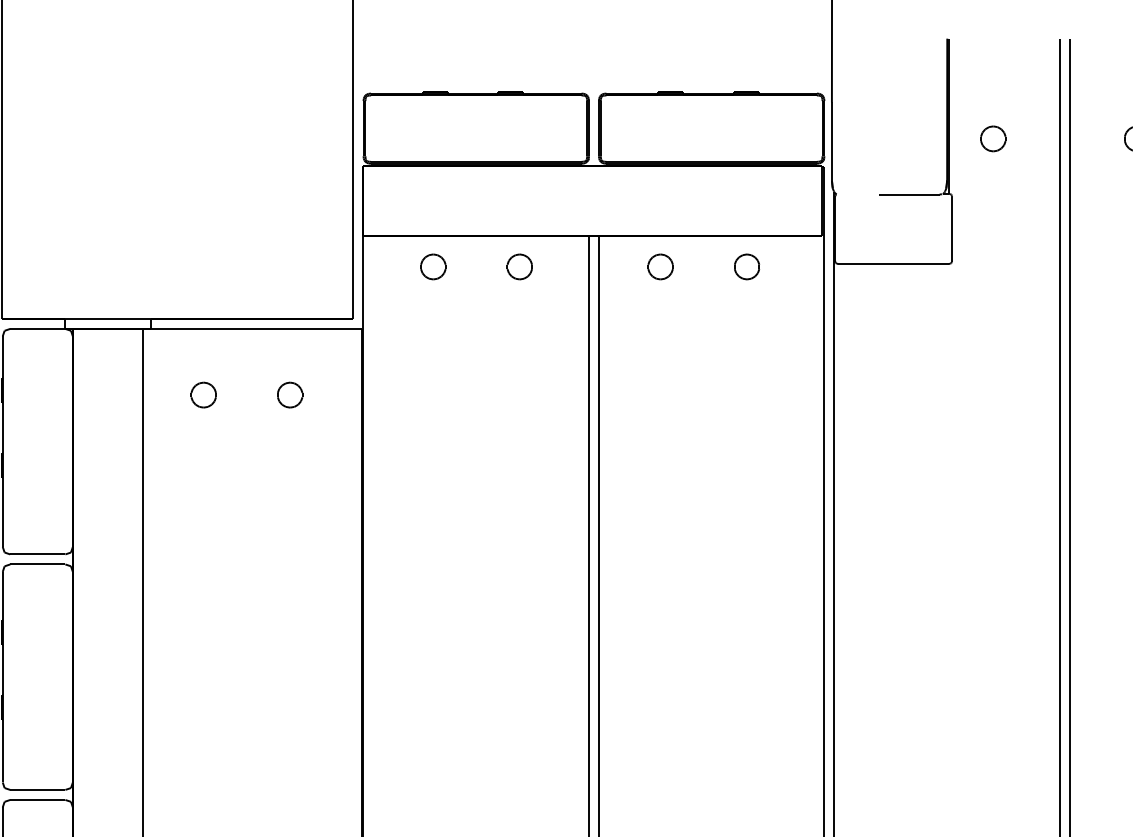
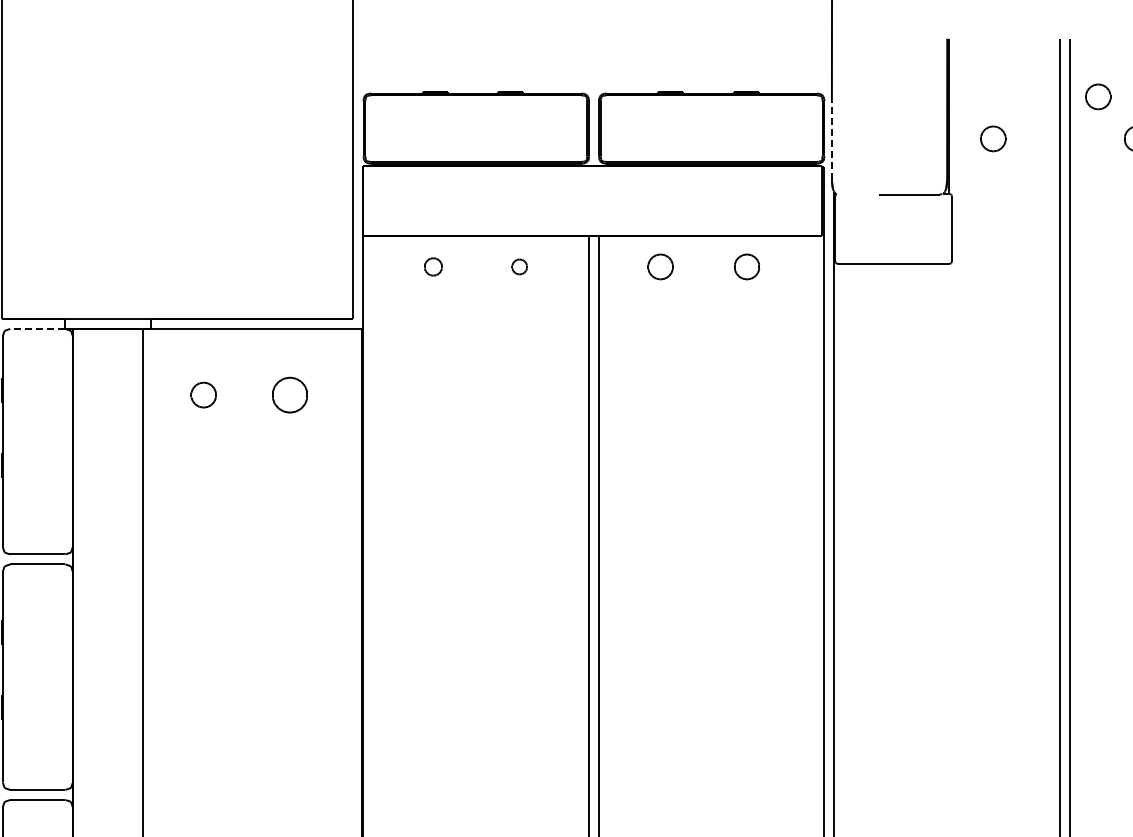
part at (1098, 96): none -> present
line at (831, 141): solid -> dashed
part at (433, 266) size: 27x28 px -> 19x20 px
part at (519, 266) size: 27x28 px -> 17x18 px
line at (37, 328): solid -> dashed
part at (290, 394) size: 27x28 px -> 36x38 px
